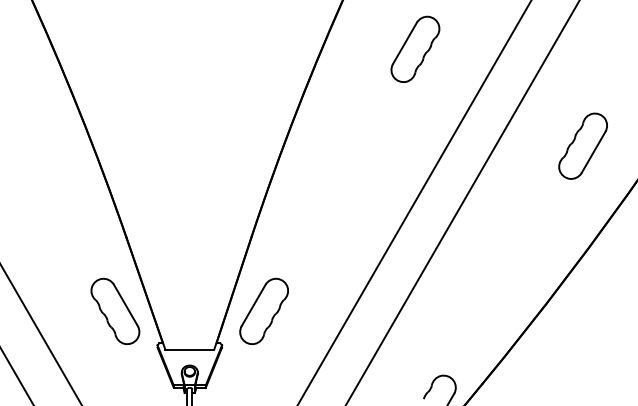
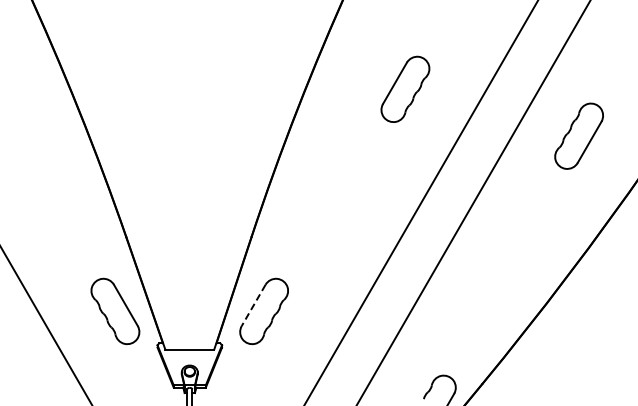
part at (415, 48) position: (415, 48) -> (405, 88)
part at (582, 145) position: (582, 145) -> (578, 135)
line at (414, 202) position: (414, 202) -> (421, 202)
line at (462, 202) position: (462, 202) -> (473, 202)
line at (253, 305): solid -> dashed
line at (41, 334) position: (41, 334) -> (46, 325)
line at (17, 376): present -> none
